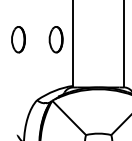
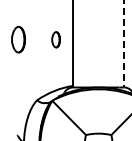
part at (55, 39) size: 16x28 px -> 10x18 px
line at (124, 44): solid -> dashed
